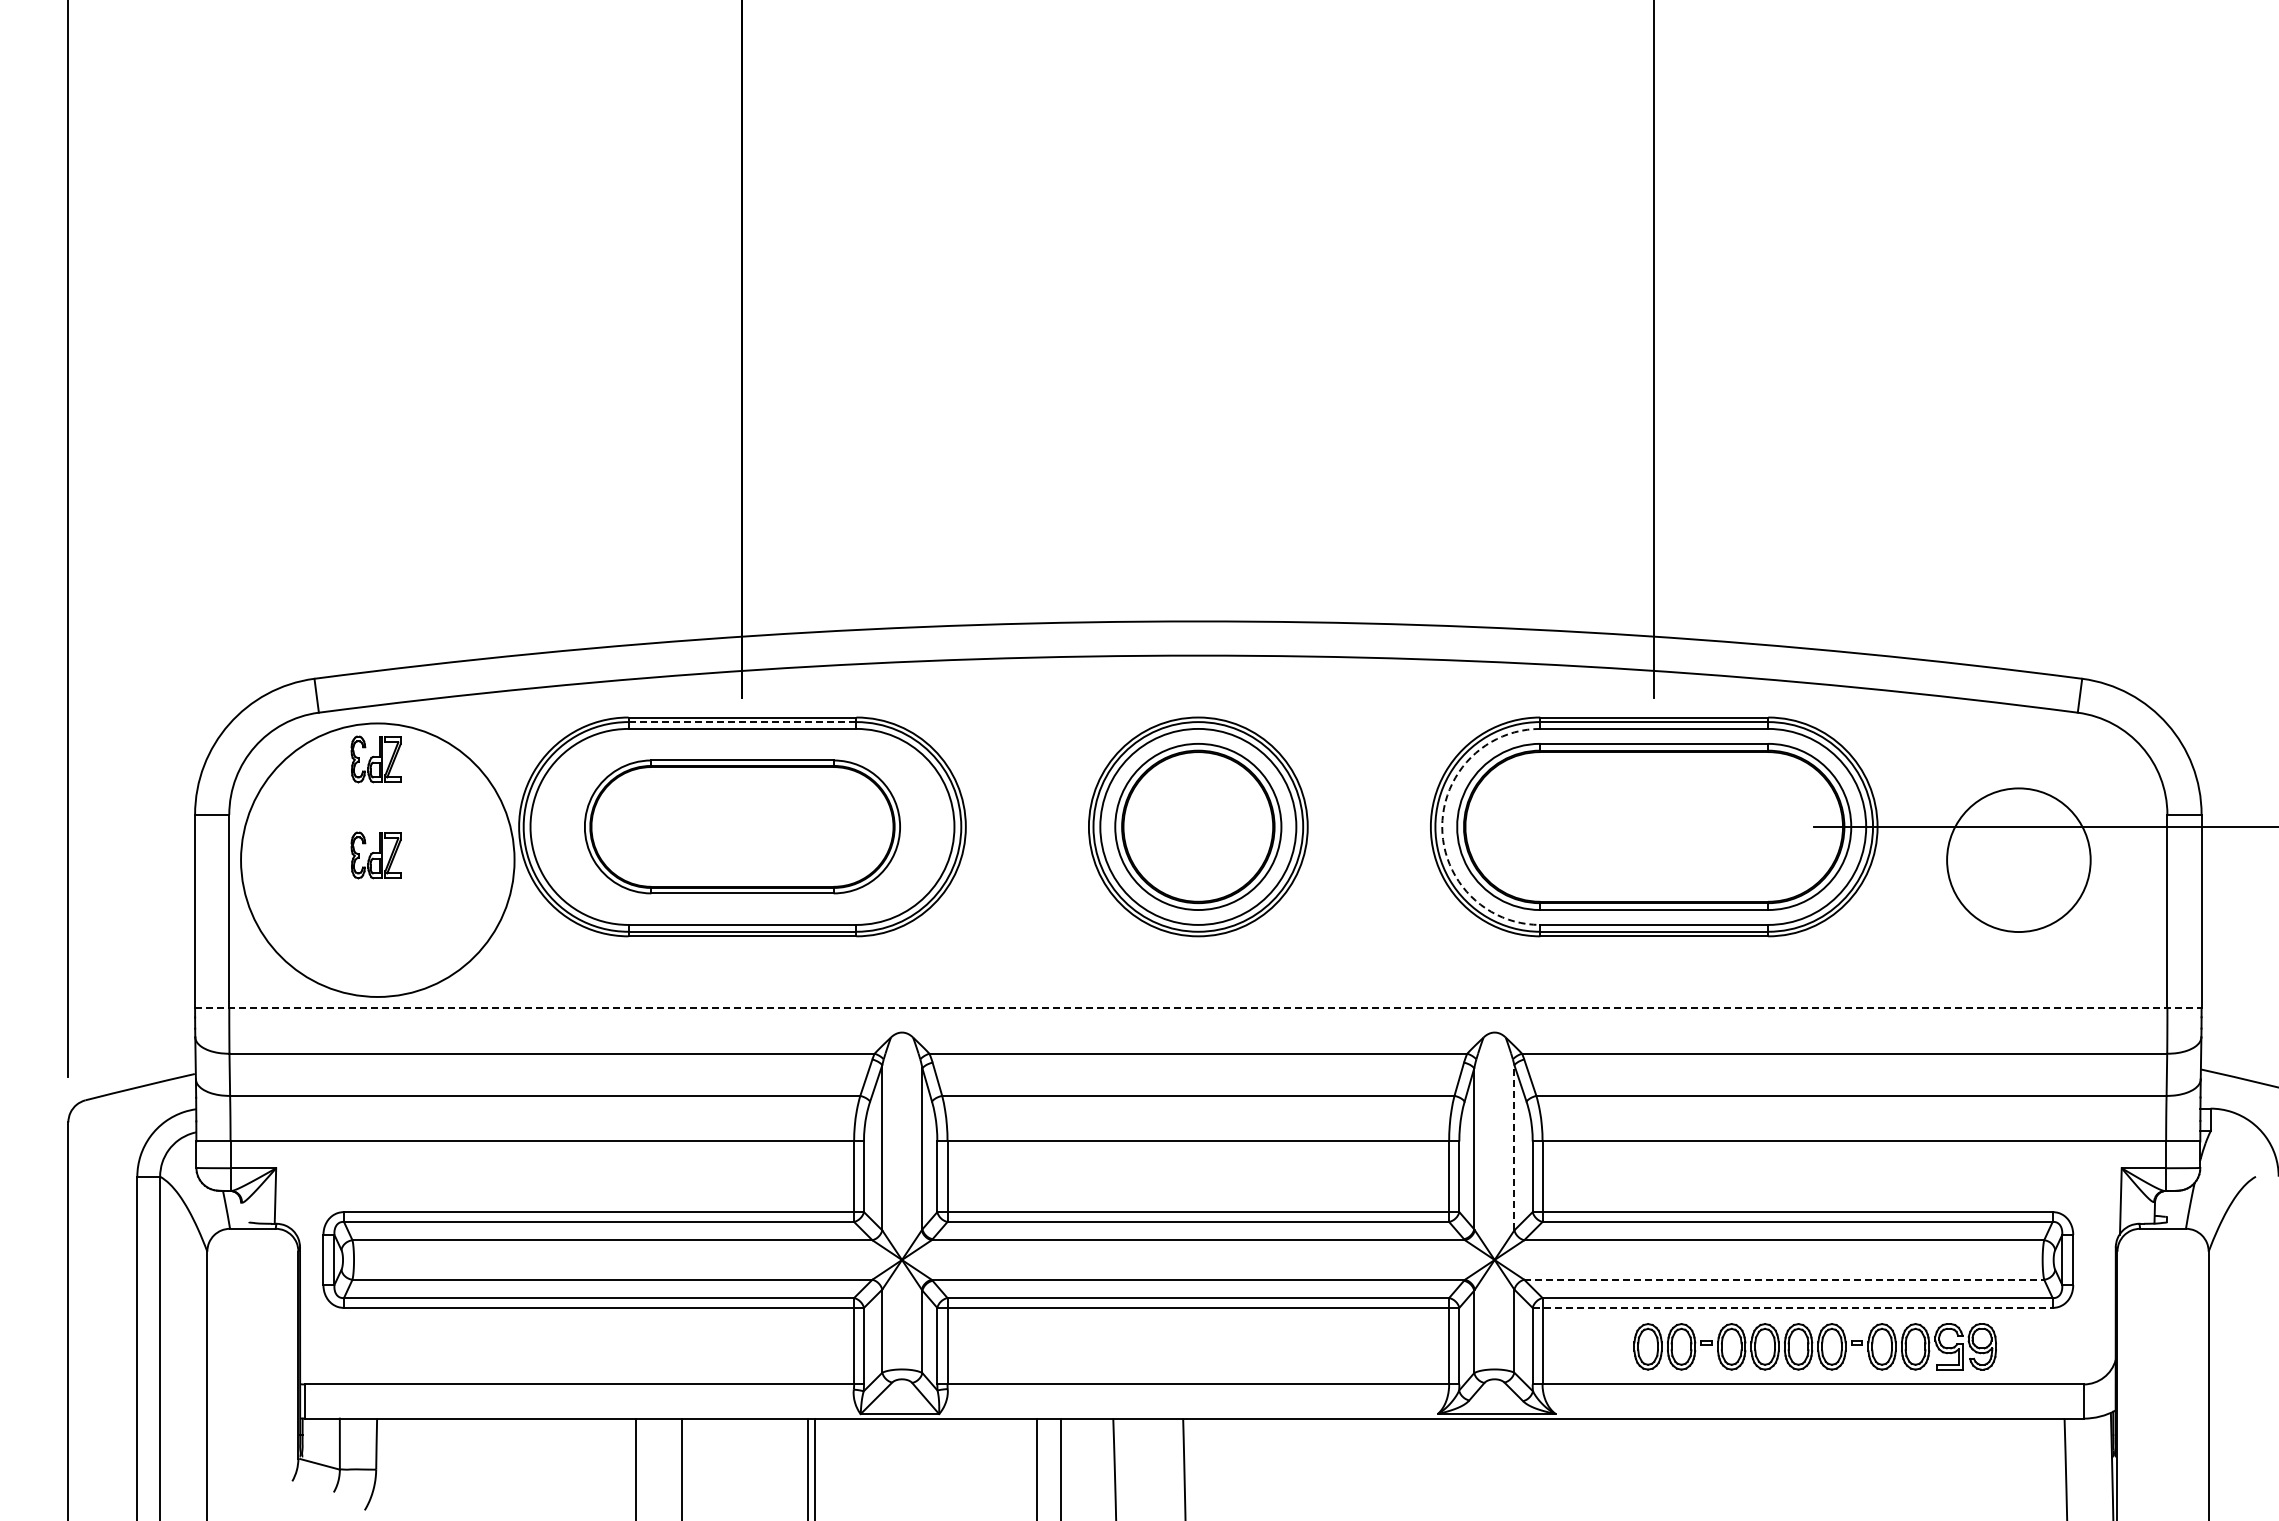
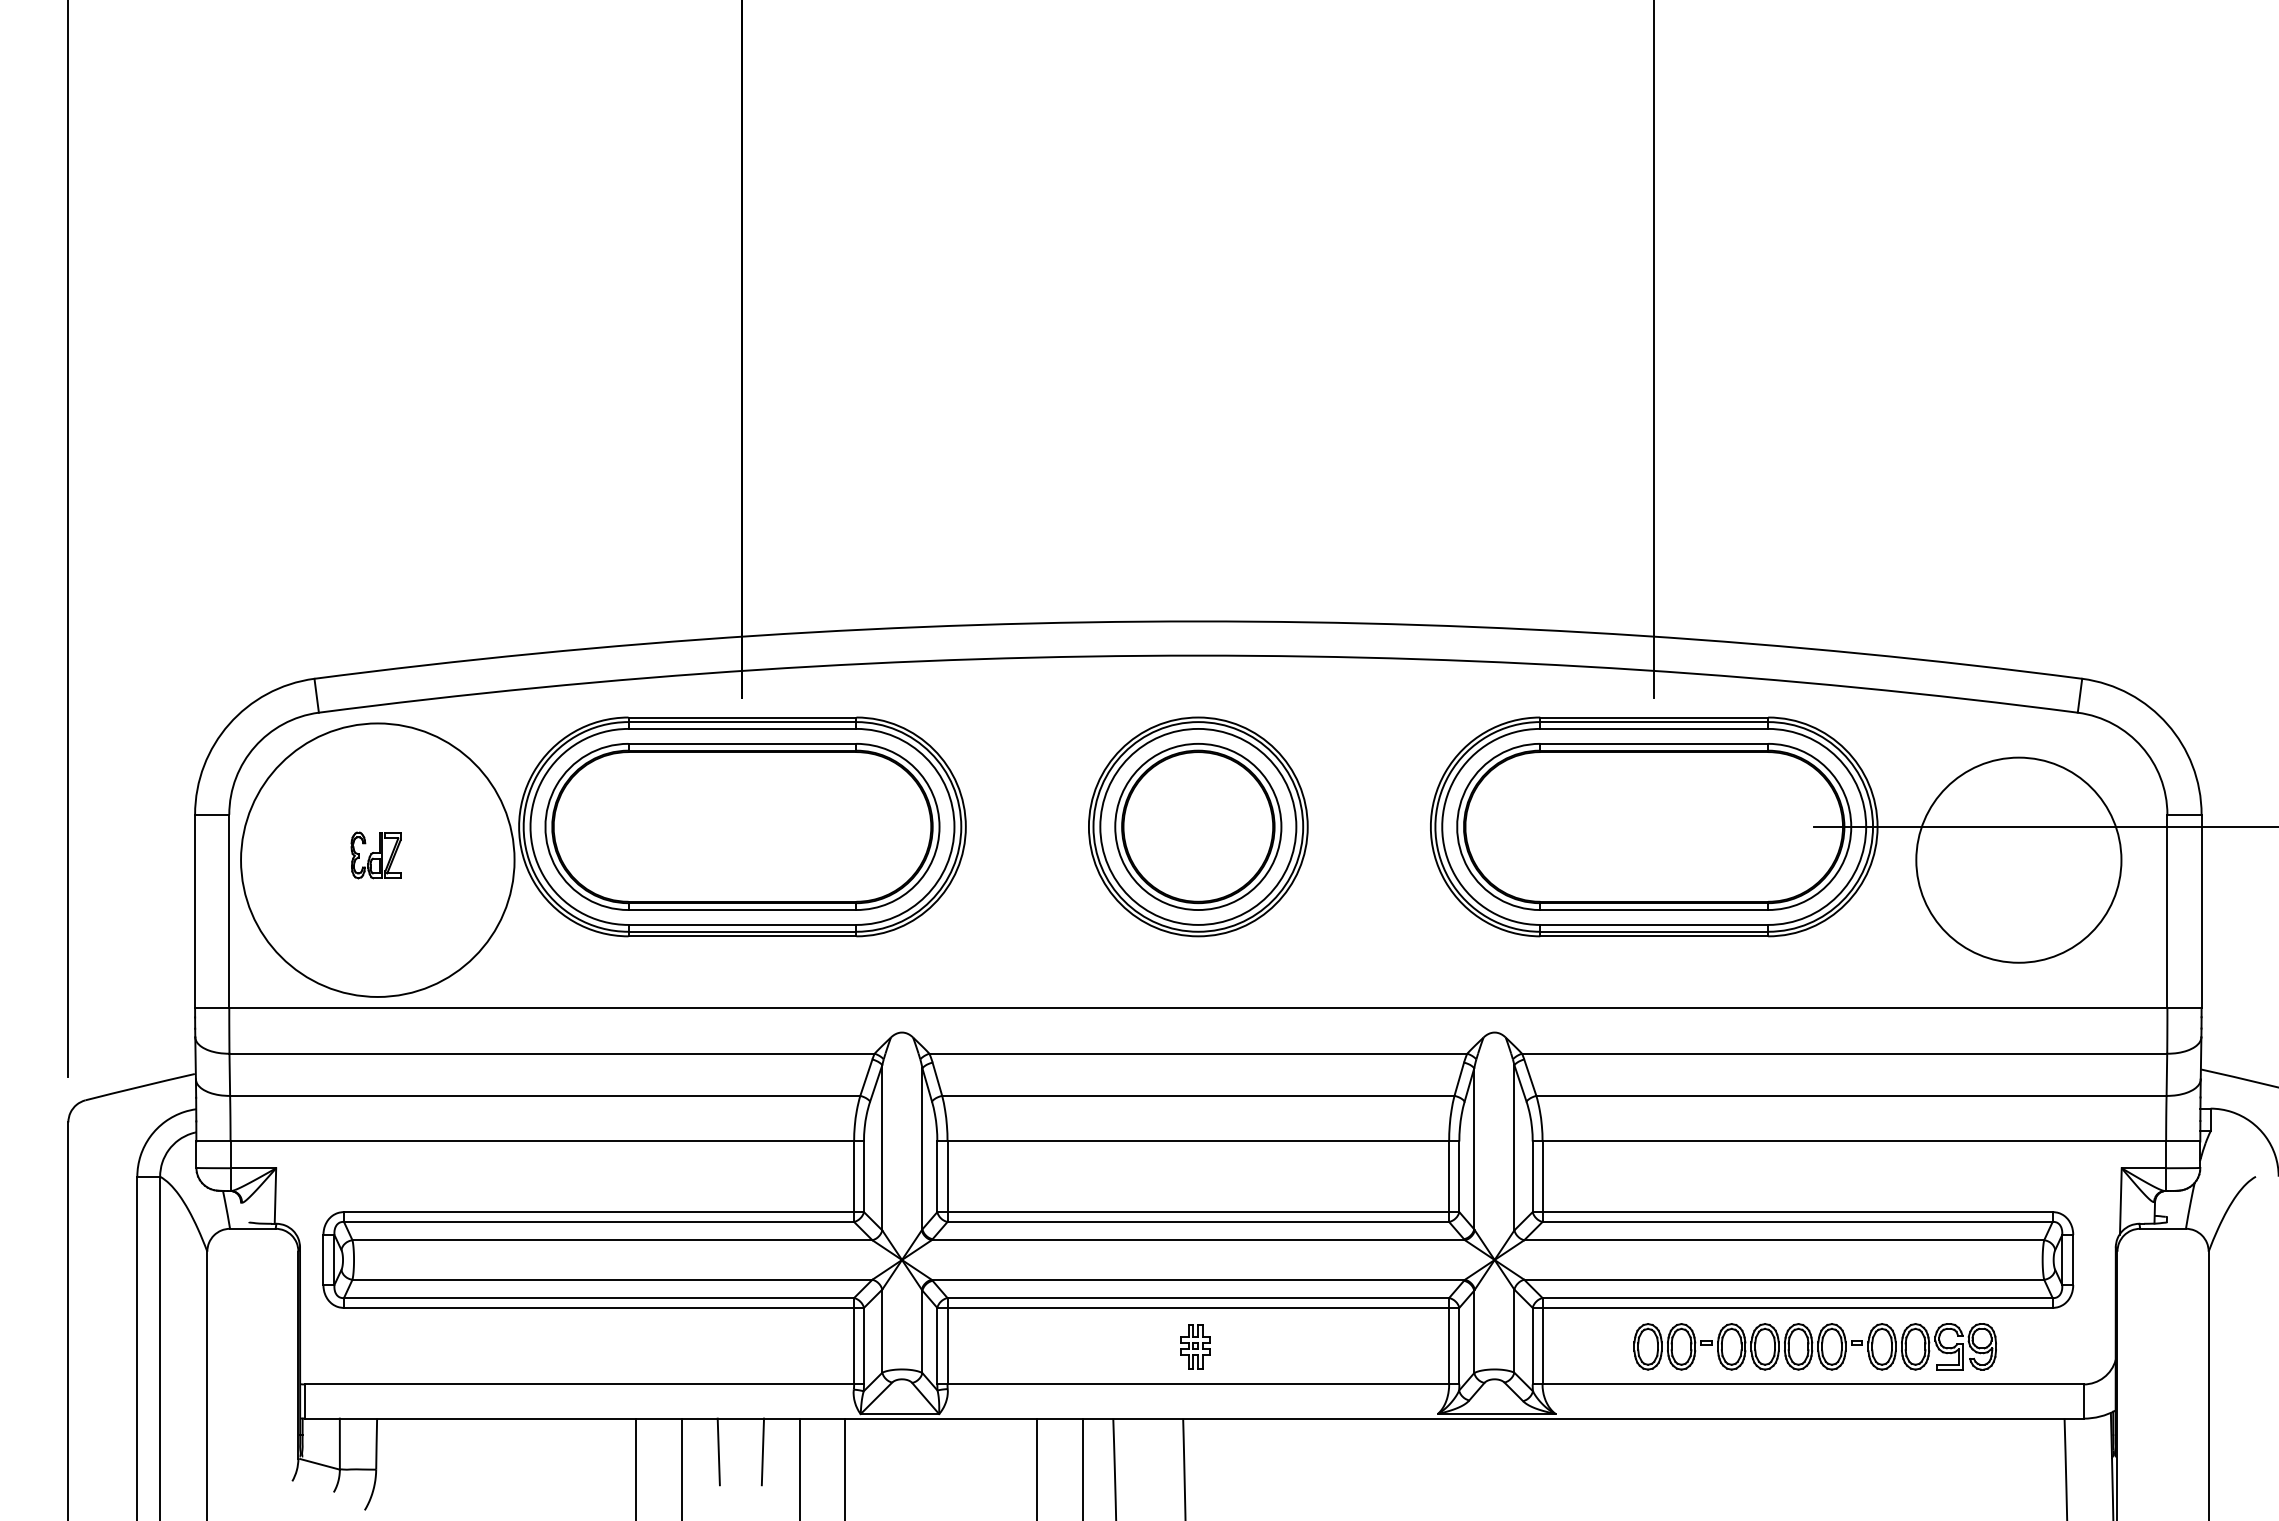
line at (742, 722): dashed -> solid
part at (375, 759): present -> none
part at (742, 826) size: 317x136 px -> 397x168 px
arc at (1442, 826): dashed -> solid
circle at (2018, 860) diameter: 144 px -> 205 px
line at (1198, 1008): dashed -> solid
line at (1514, 1147): dashed -> solid
line at (1784, 1279): dashed -> solid
line at (1792, 1307): dashed -> solid
part at (1195, 1346): none -> present
line at (718, 1451): none -> present
line at (762, 1451): none -> present
line at (808, 1467) position: (808, 1467) -> (845, 1467)
line at (814, 1467) position: (814, 1467) -> (799, 1467)
line at (1060, 1467) position: (1060, 1467) -> (1082, 1467)
